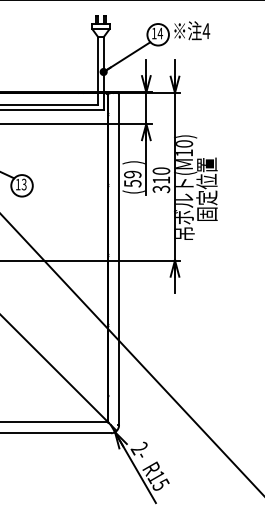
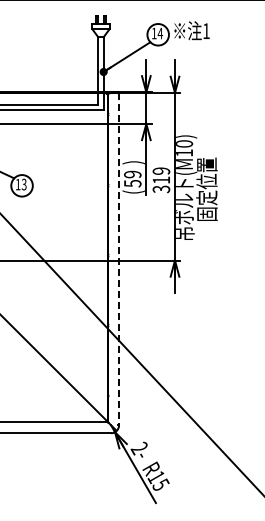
text at (206, 30): 4 -> 1
text at (161, 170): 310 -> 319
line at (119, 259): solid -> dashed
